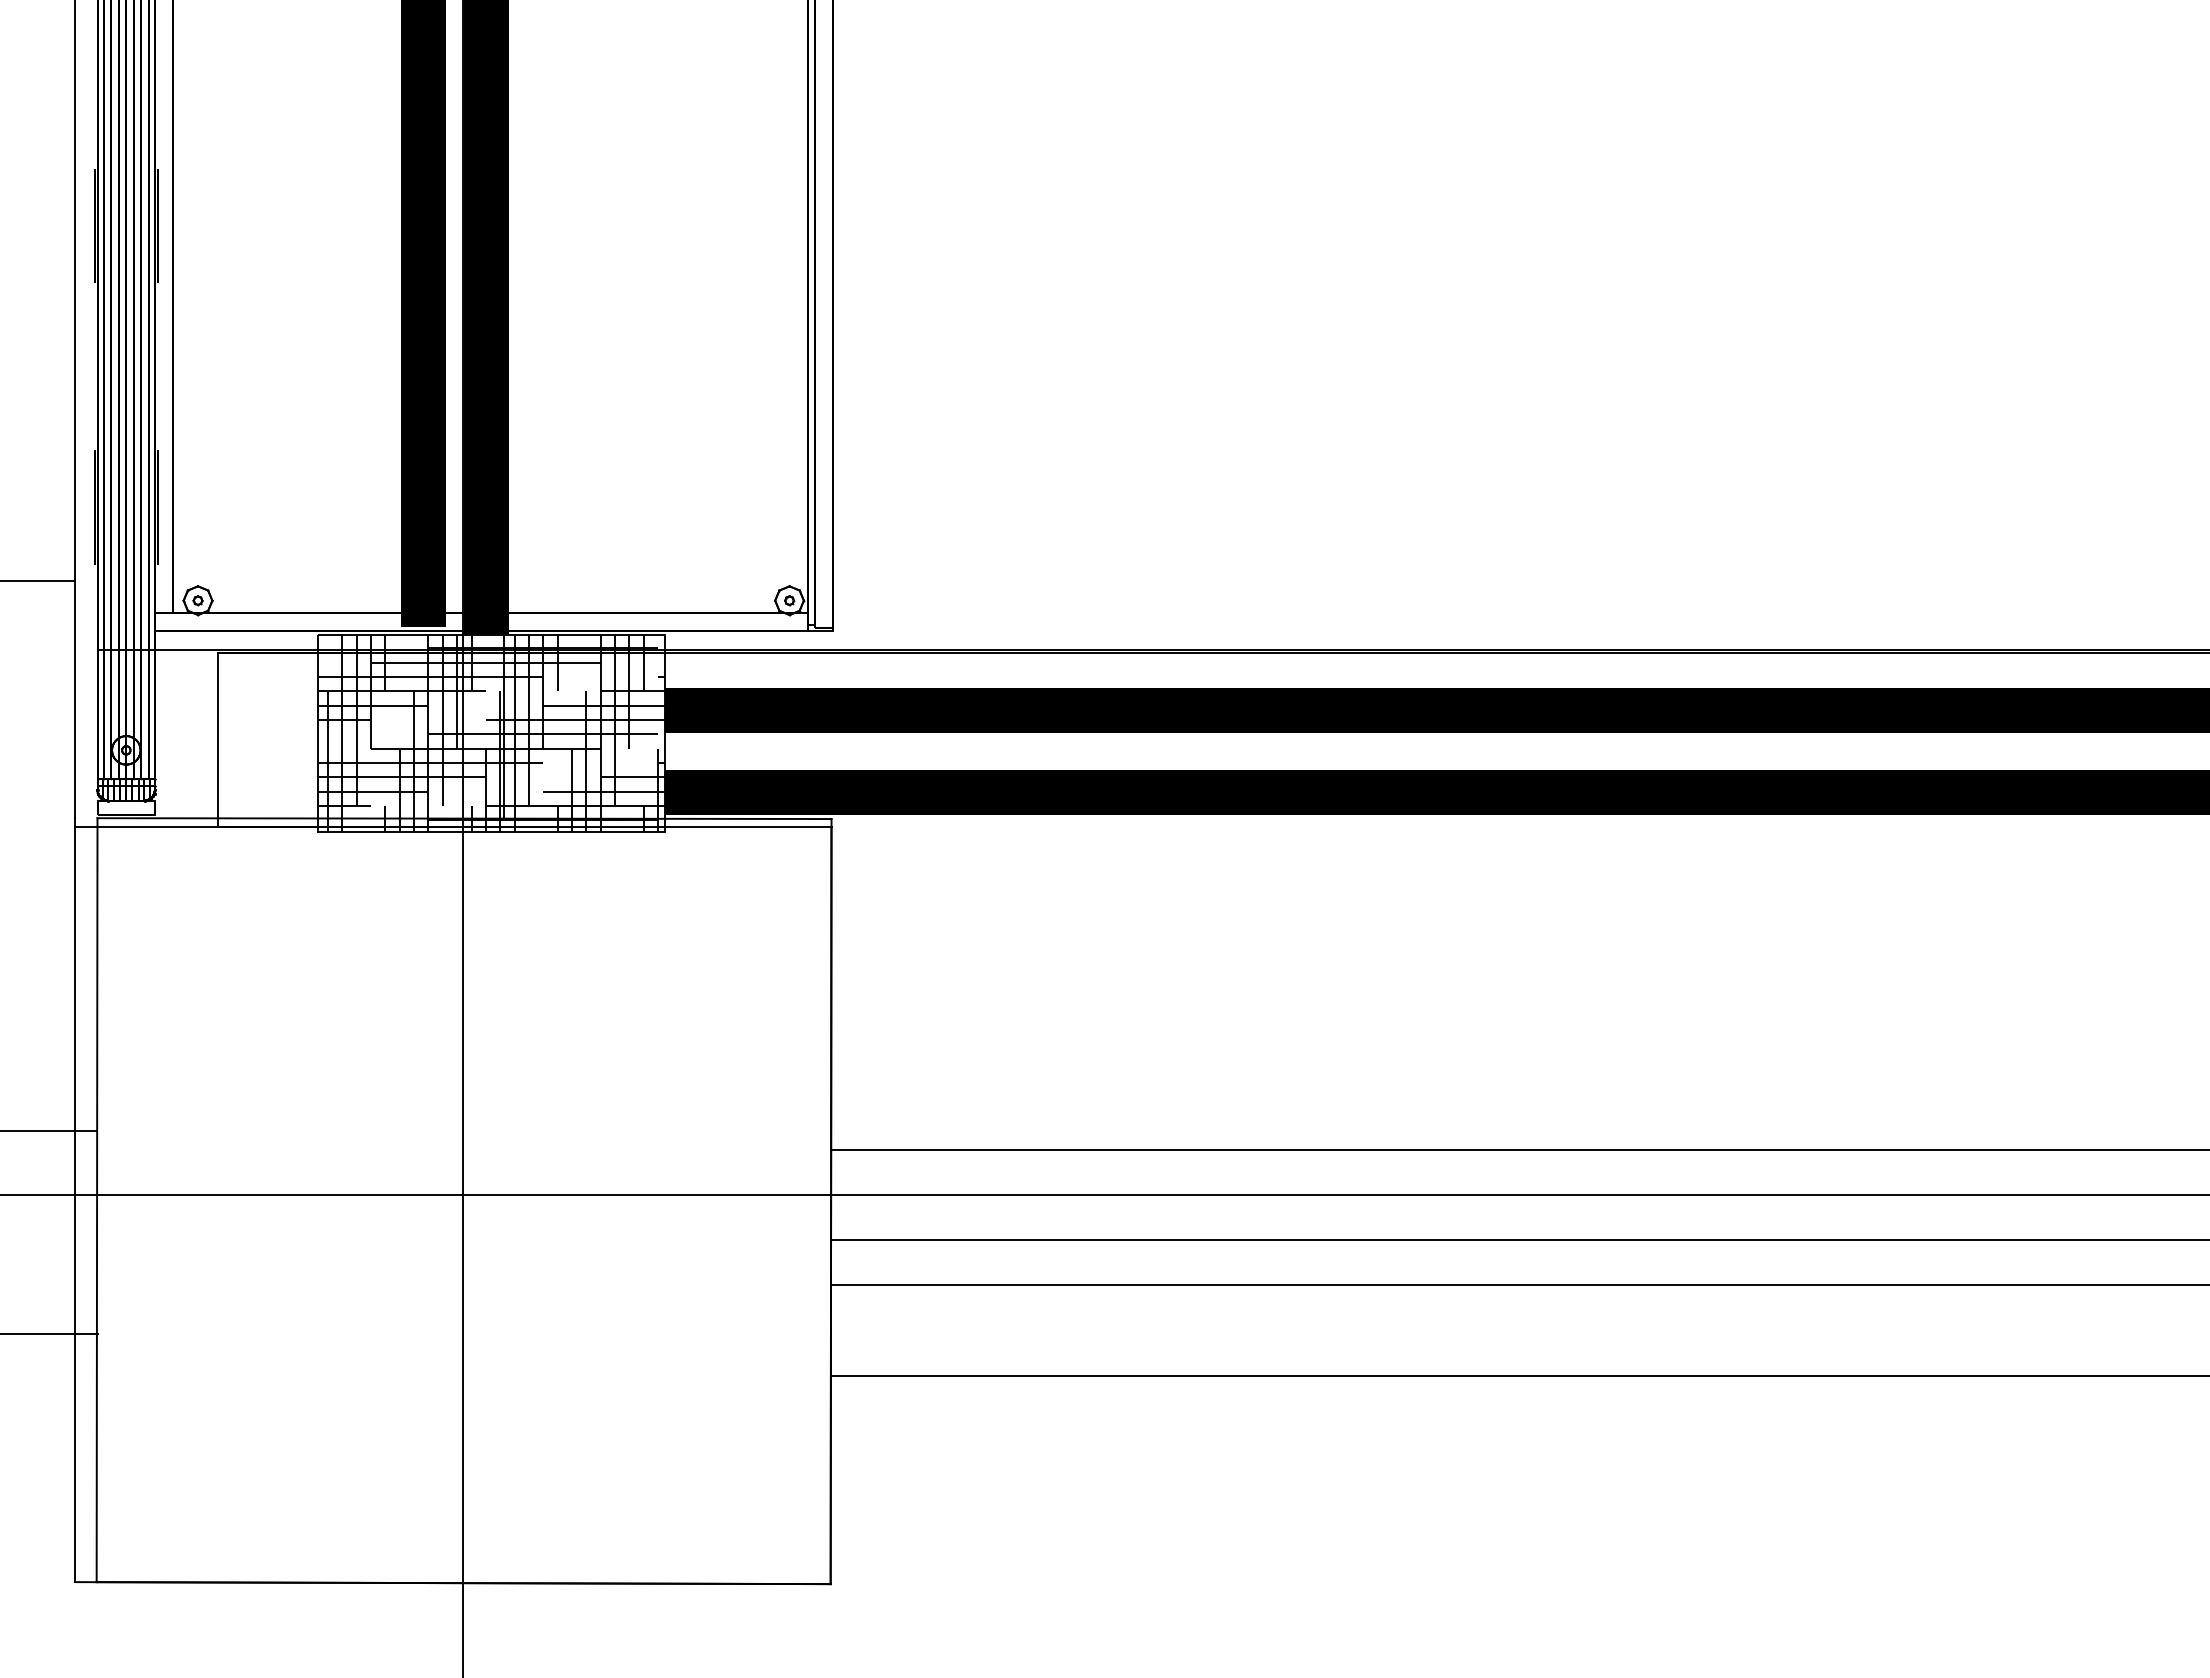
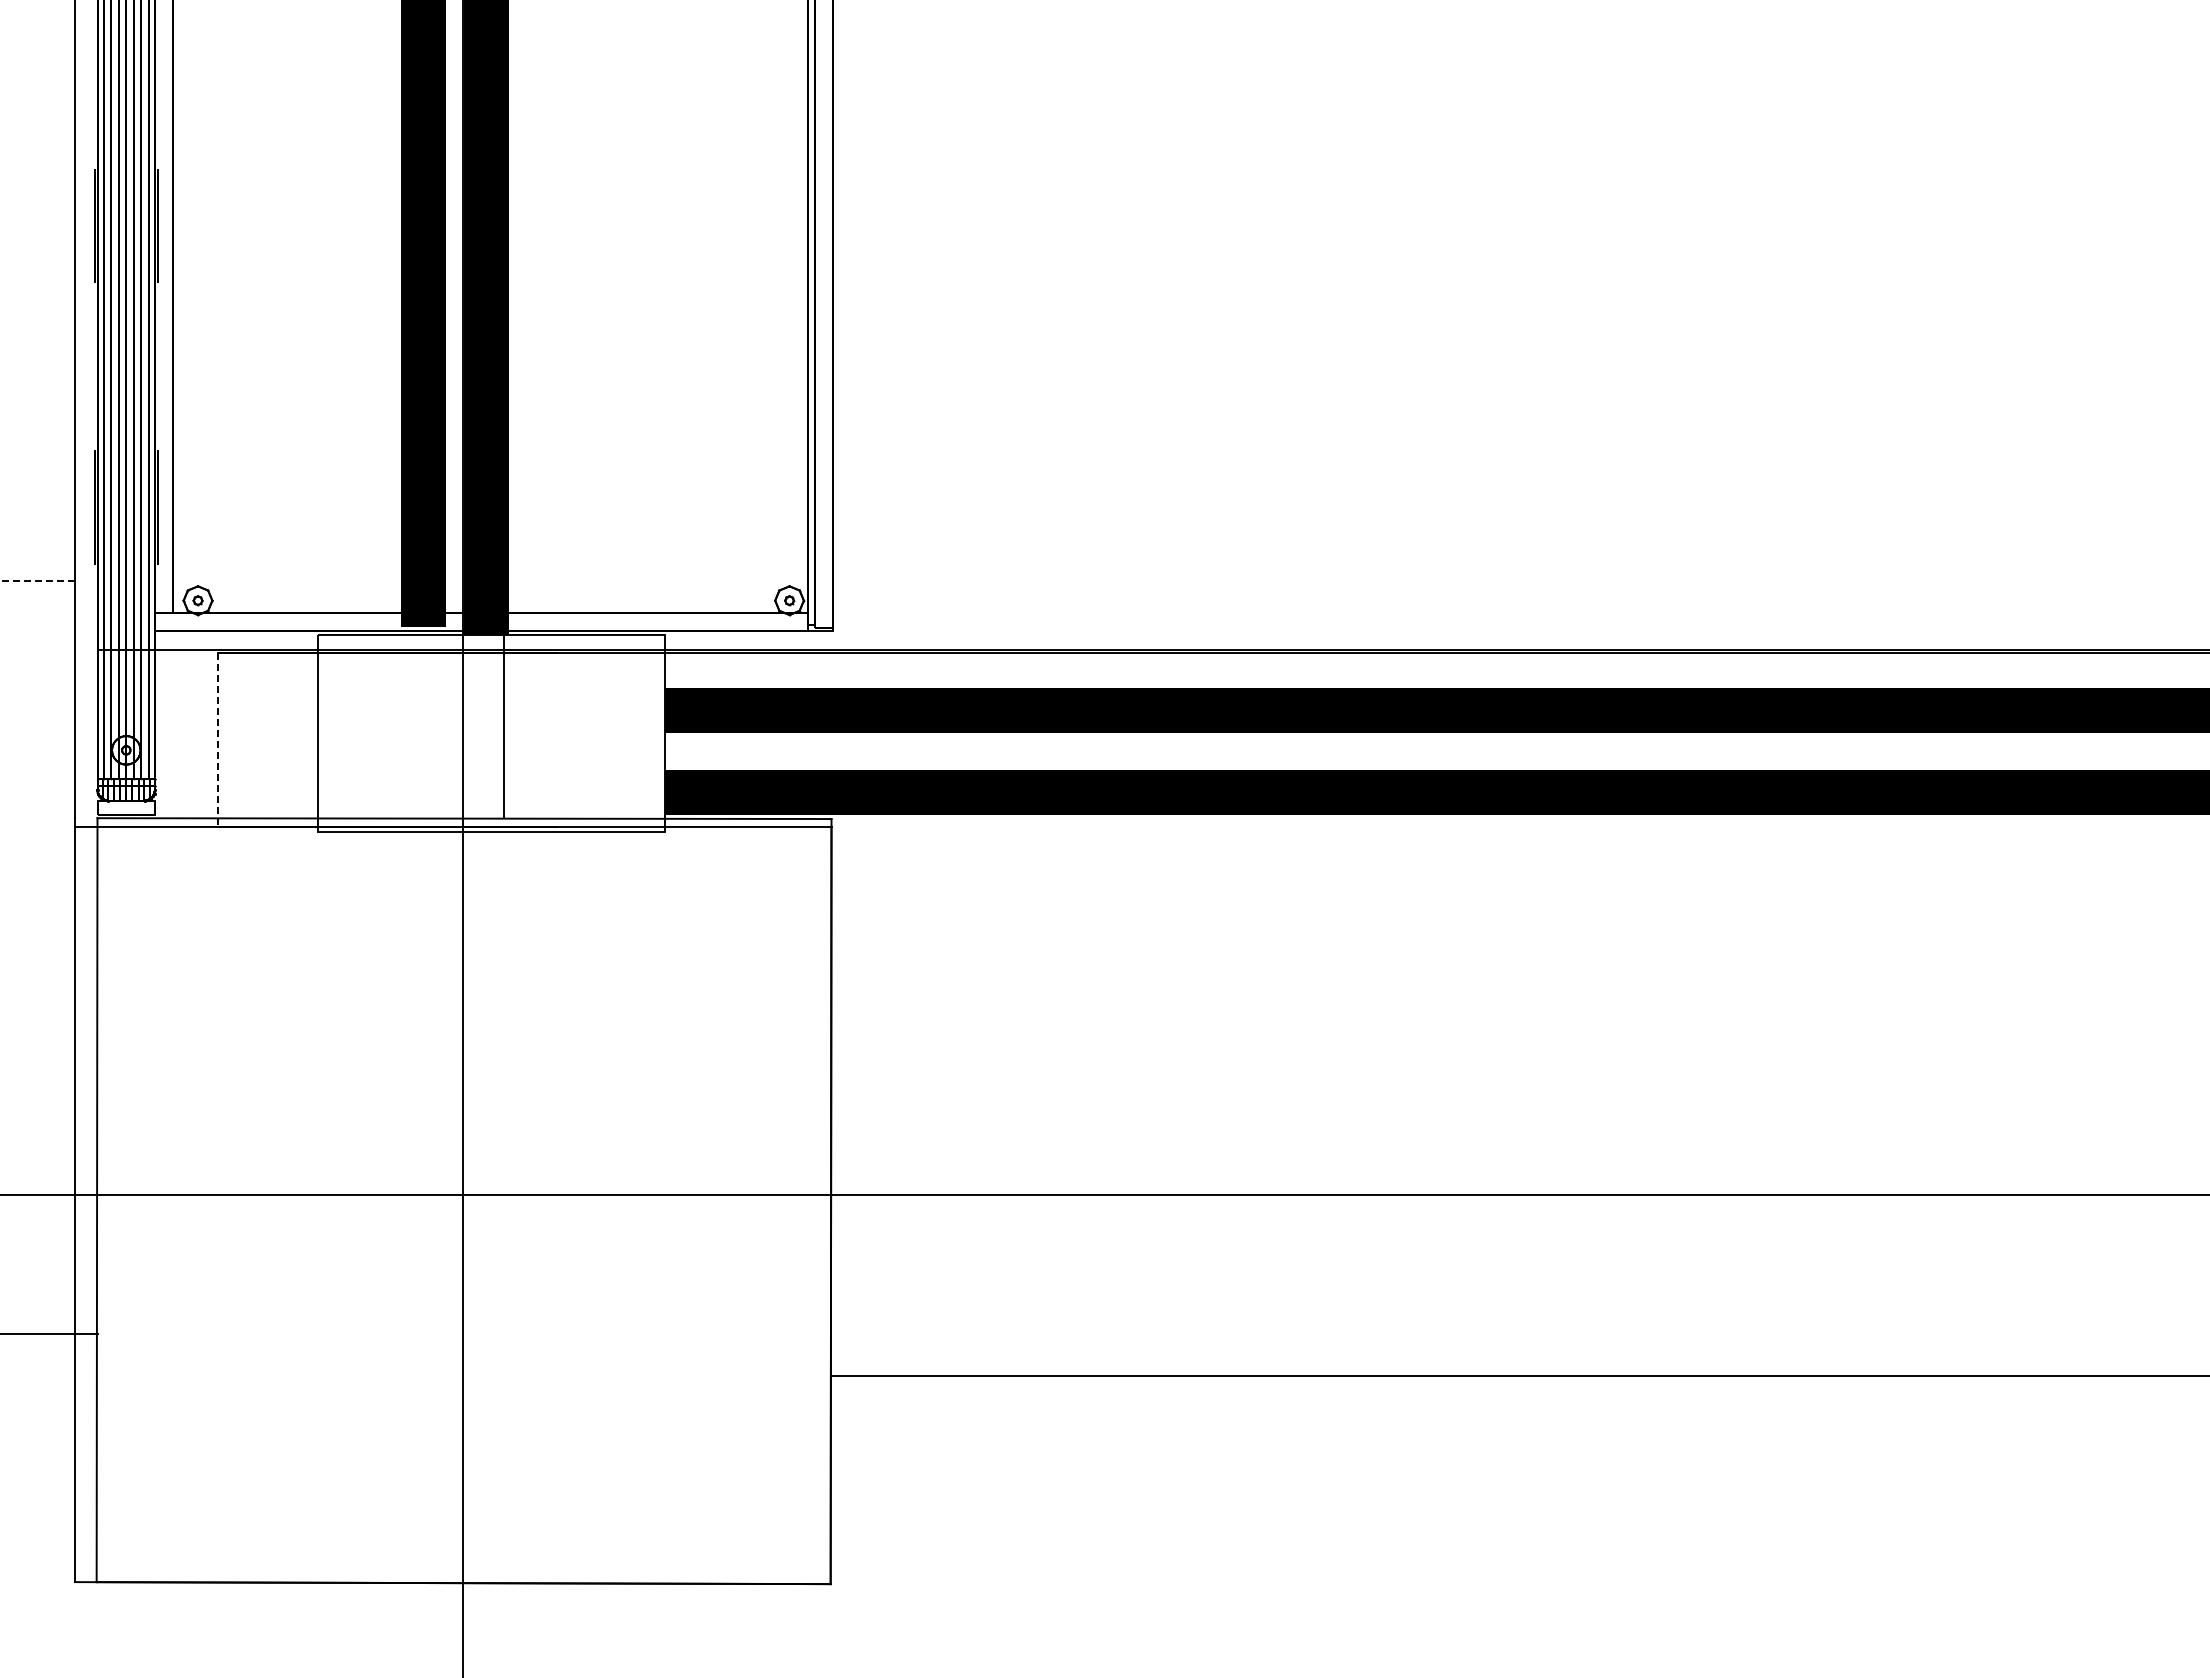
line at (37, 581): solid -> dashed
hatch at (491, 733): present -> none
line at (218, 740): solid -> dashed
line at (49, 1130): present -> none
line at (1518, 1149): present -> none
line at (1518, 1240): present -> none
line at (1518, 1285): present -> none
